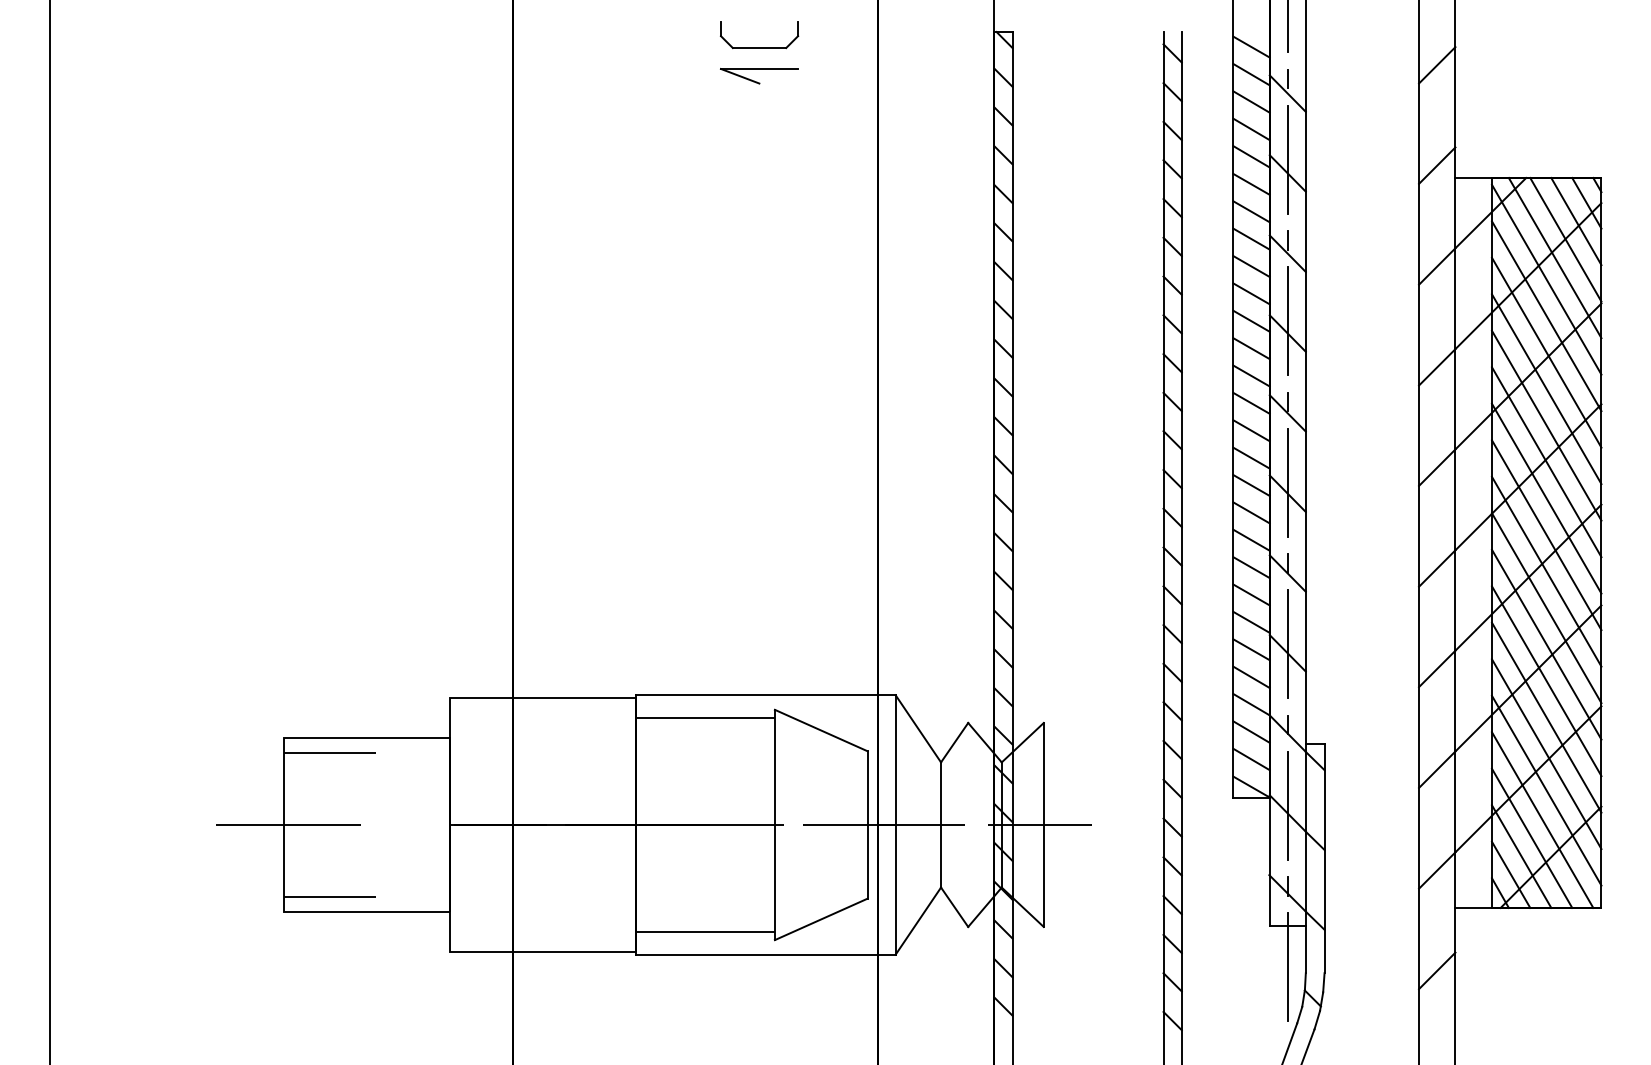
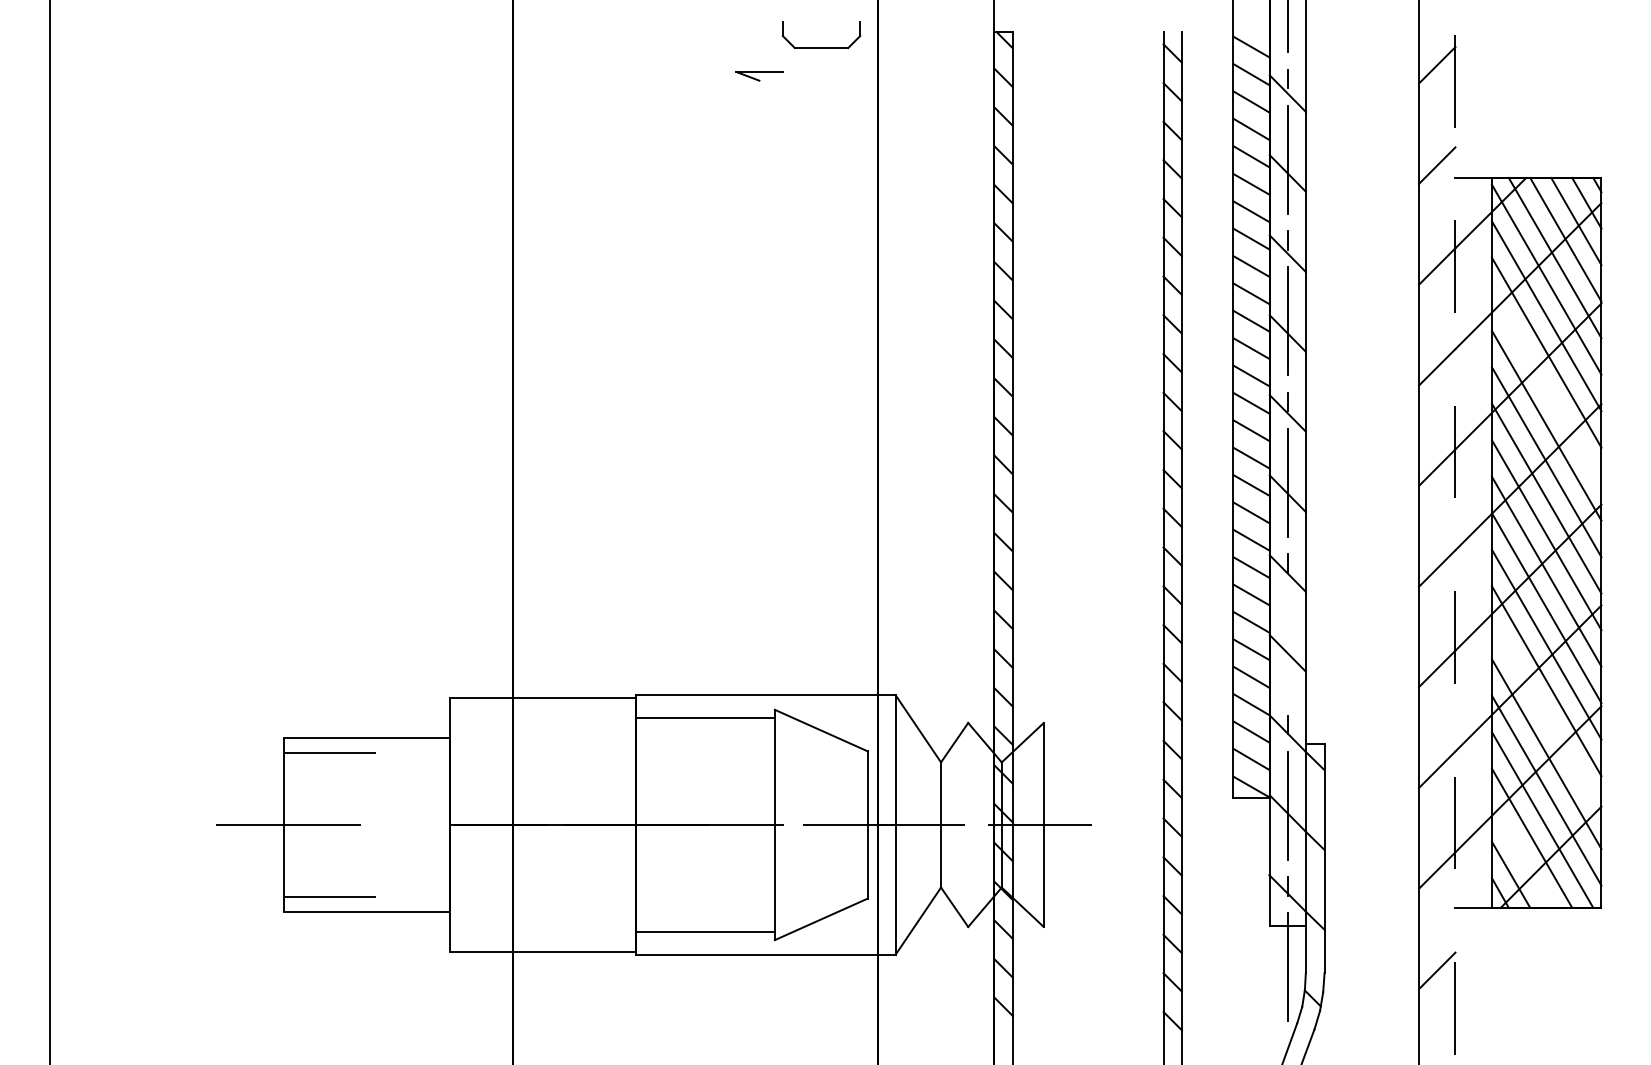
part at (759, 47) position: (759, 47) -> (821, 47)
part at (759, 76) size: 79x17 px -> 49x11 px
line at (1546, 389): present -> none
line at (1455, 532): solid -> dashed
line at (1288, 644): present -> none
line at (1546, 717): present -> none
line at (1521, 856): present -> none
